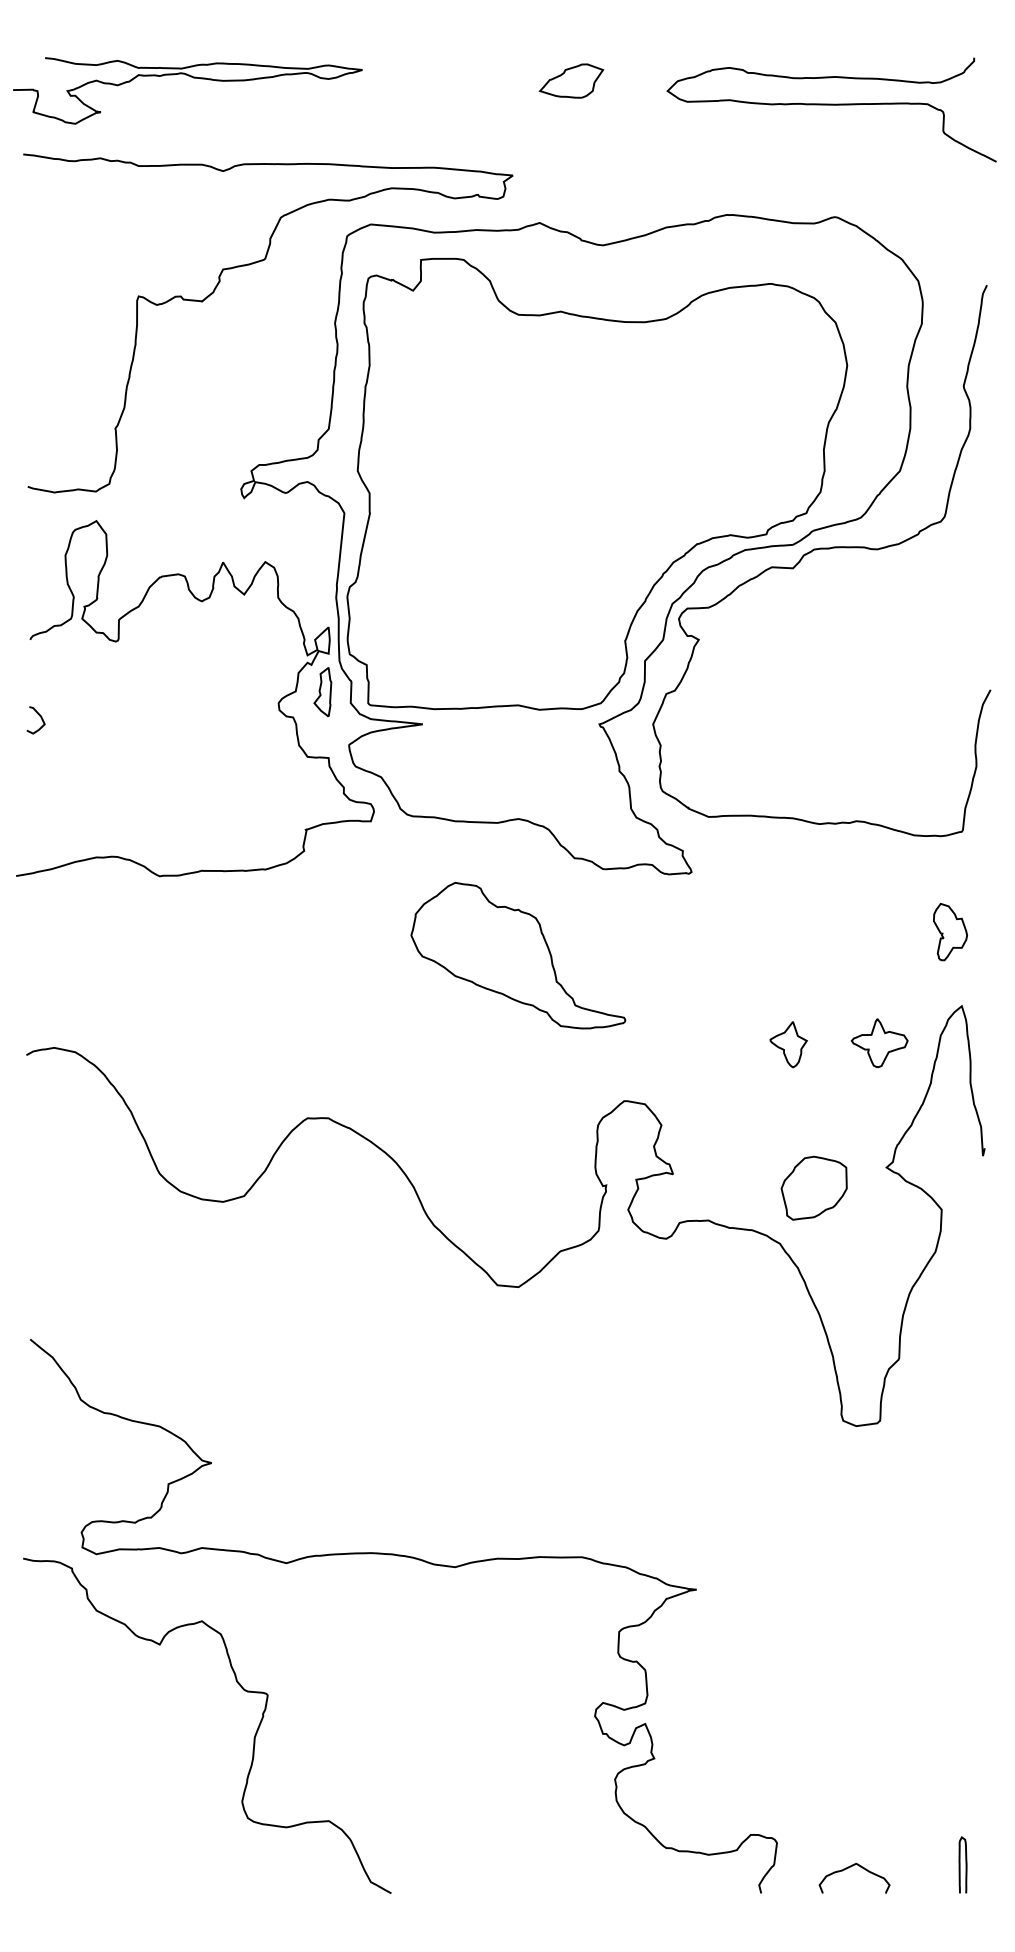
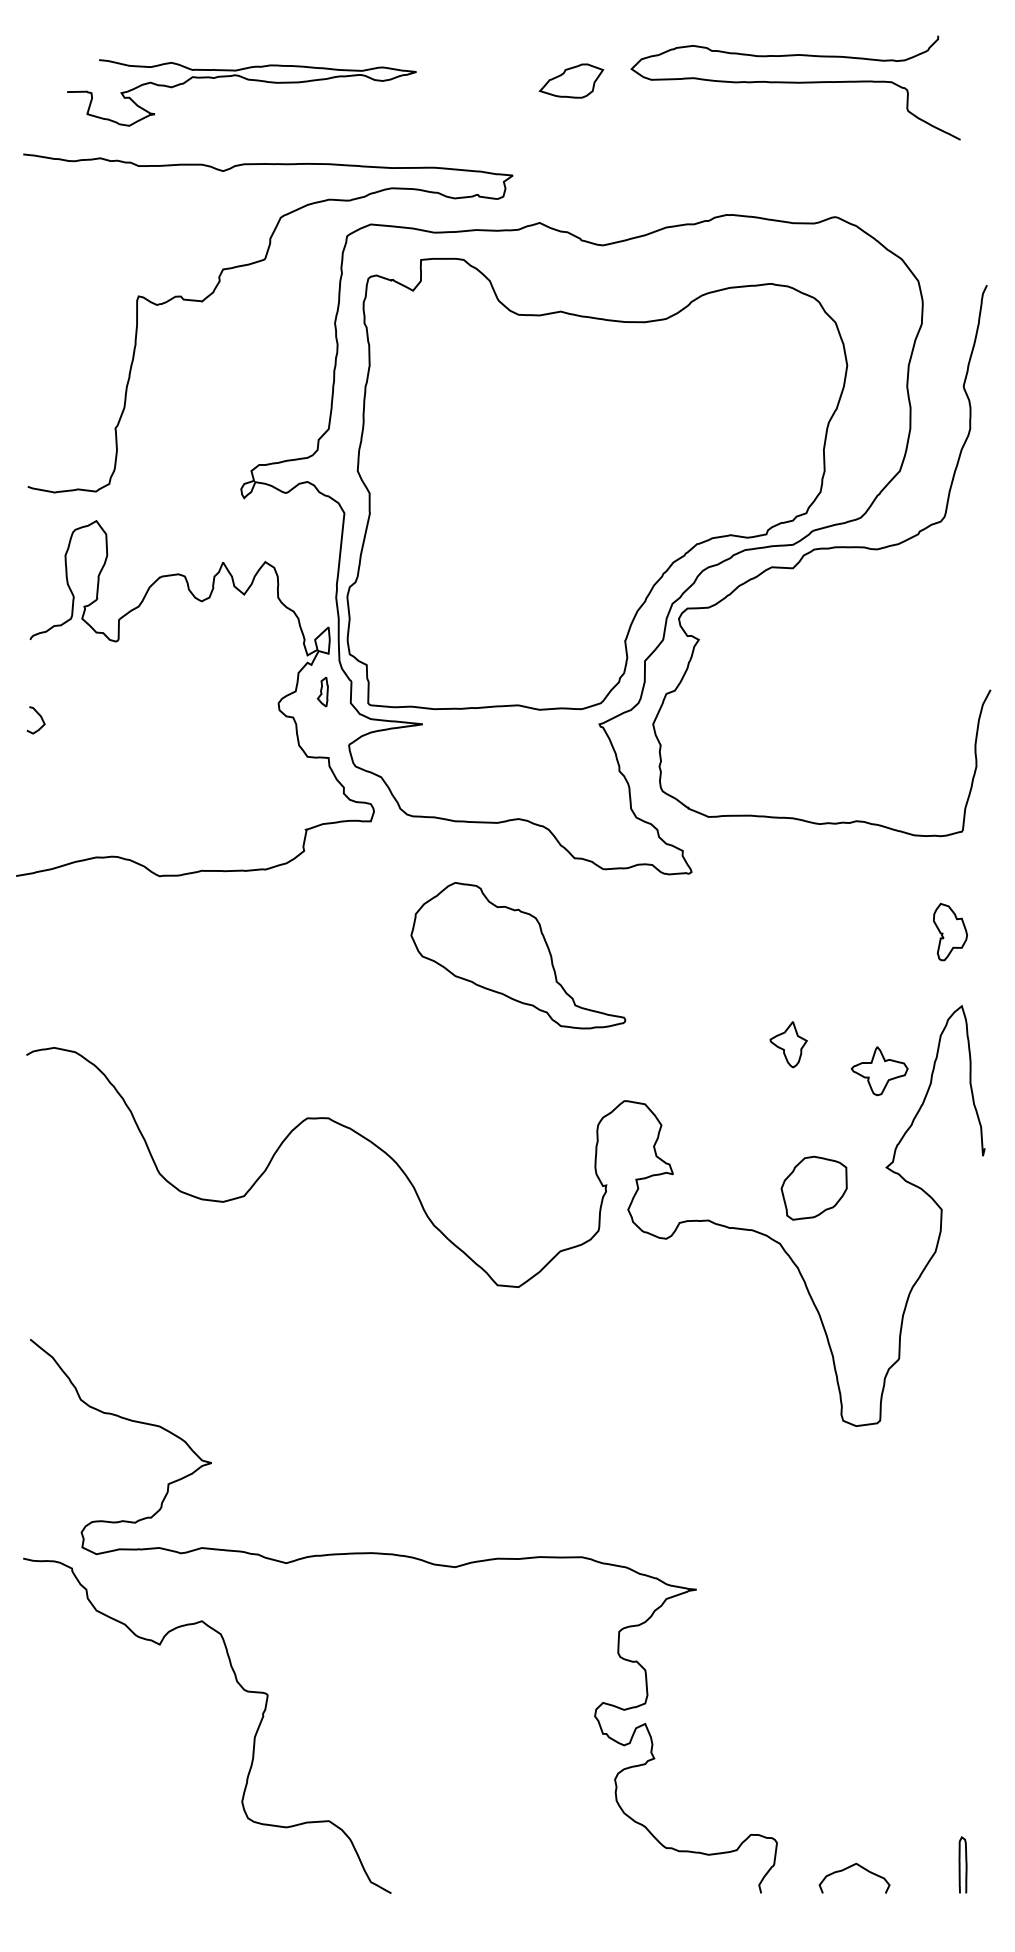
curve at (190, 77) position: (190, 77) -> (244, 79)
curve at (831, 105) position: (831, 105) -> (795, 83)
part at (322, 691) size: 20x50 px -> 13x32 px
part at (879, 1043) position: (879, 1043) -> (879, 1071)
